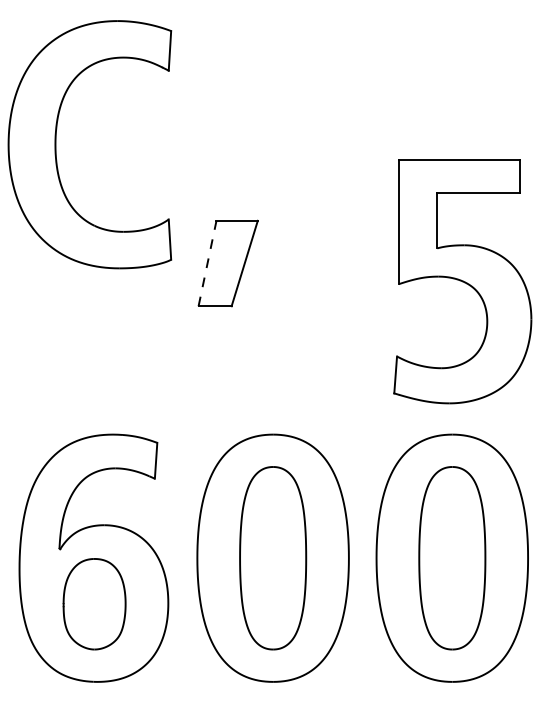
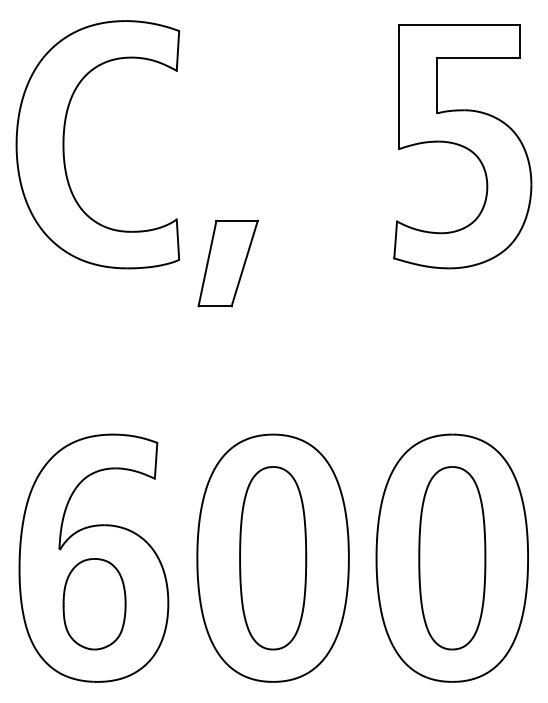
part at (56, 144) position: (56, 144) -> (64, 144)
line at (207, 263): dashed -> solid
part at (462, 281) position: (462, 281) -> (462, 146)
